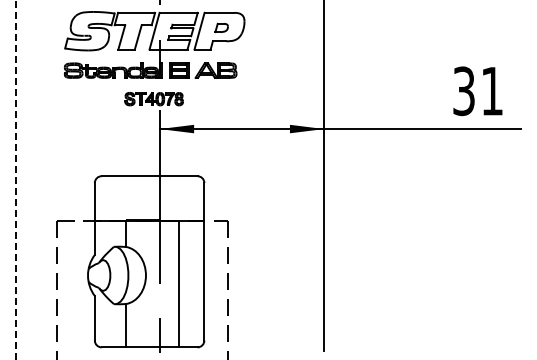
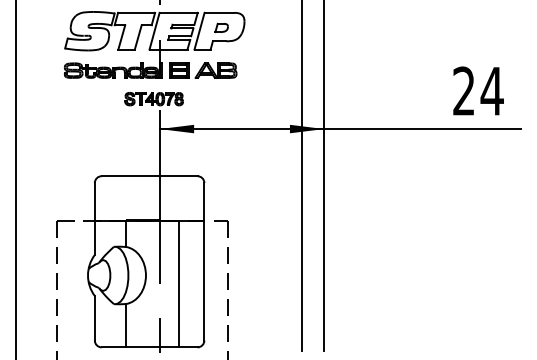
text at (478, 91): 31 -> 24
line at (301, 176): none -> present
line at (16, 179): dashed -> solid
